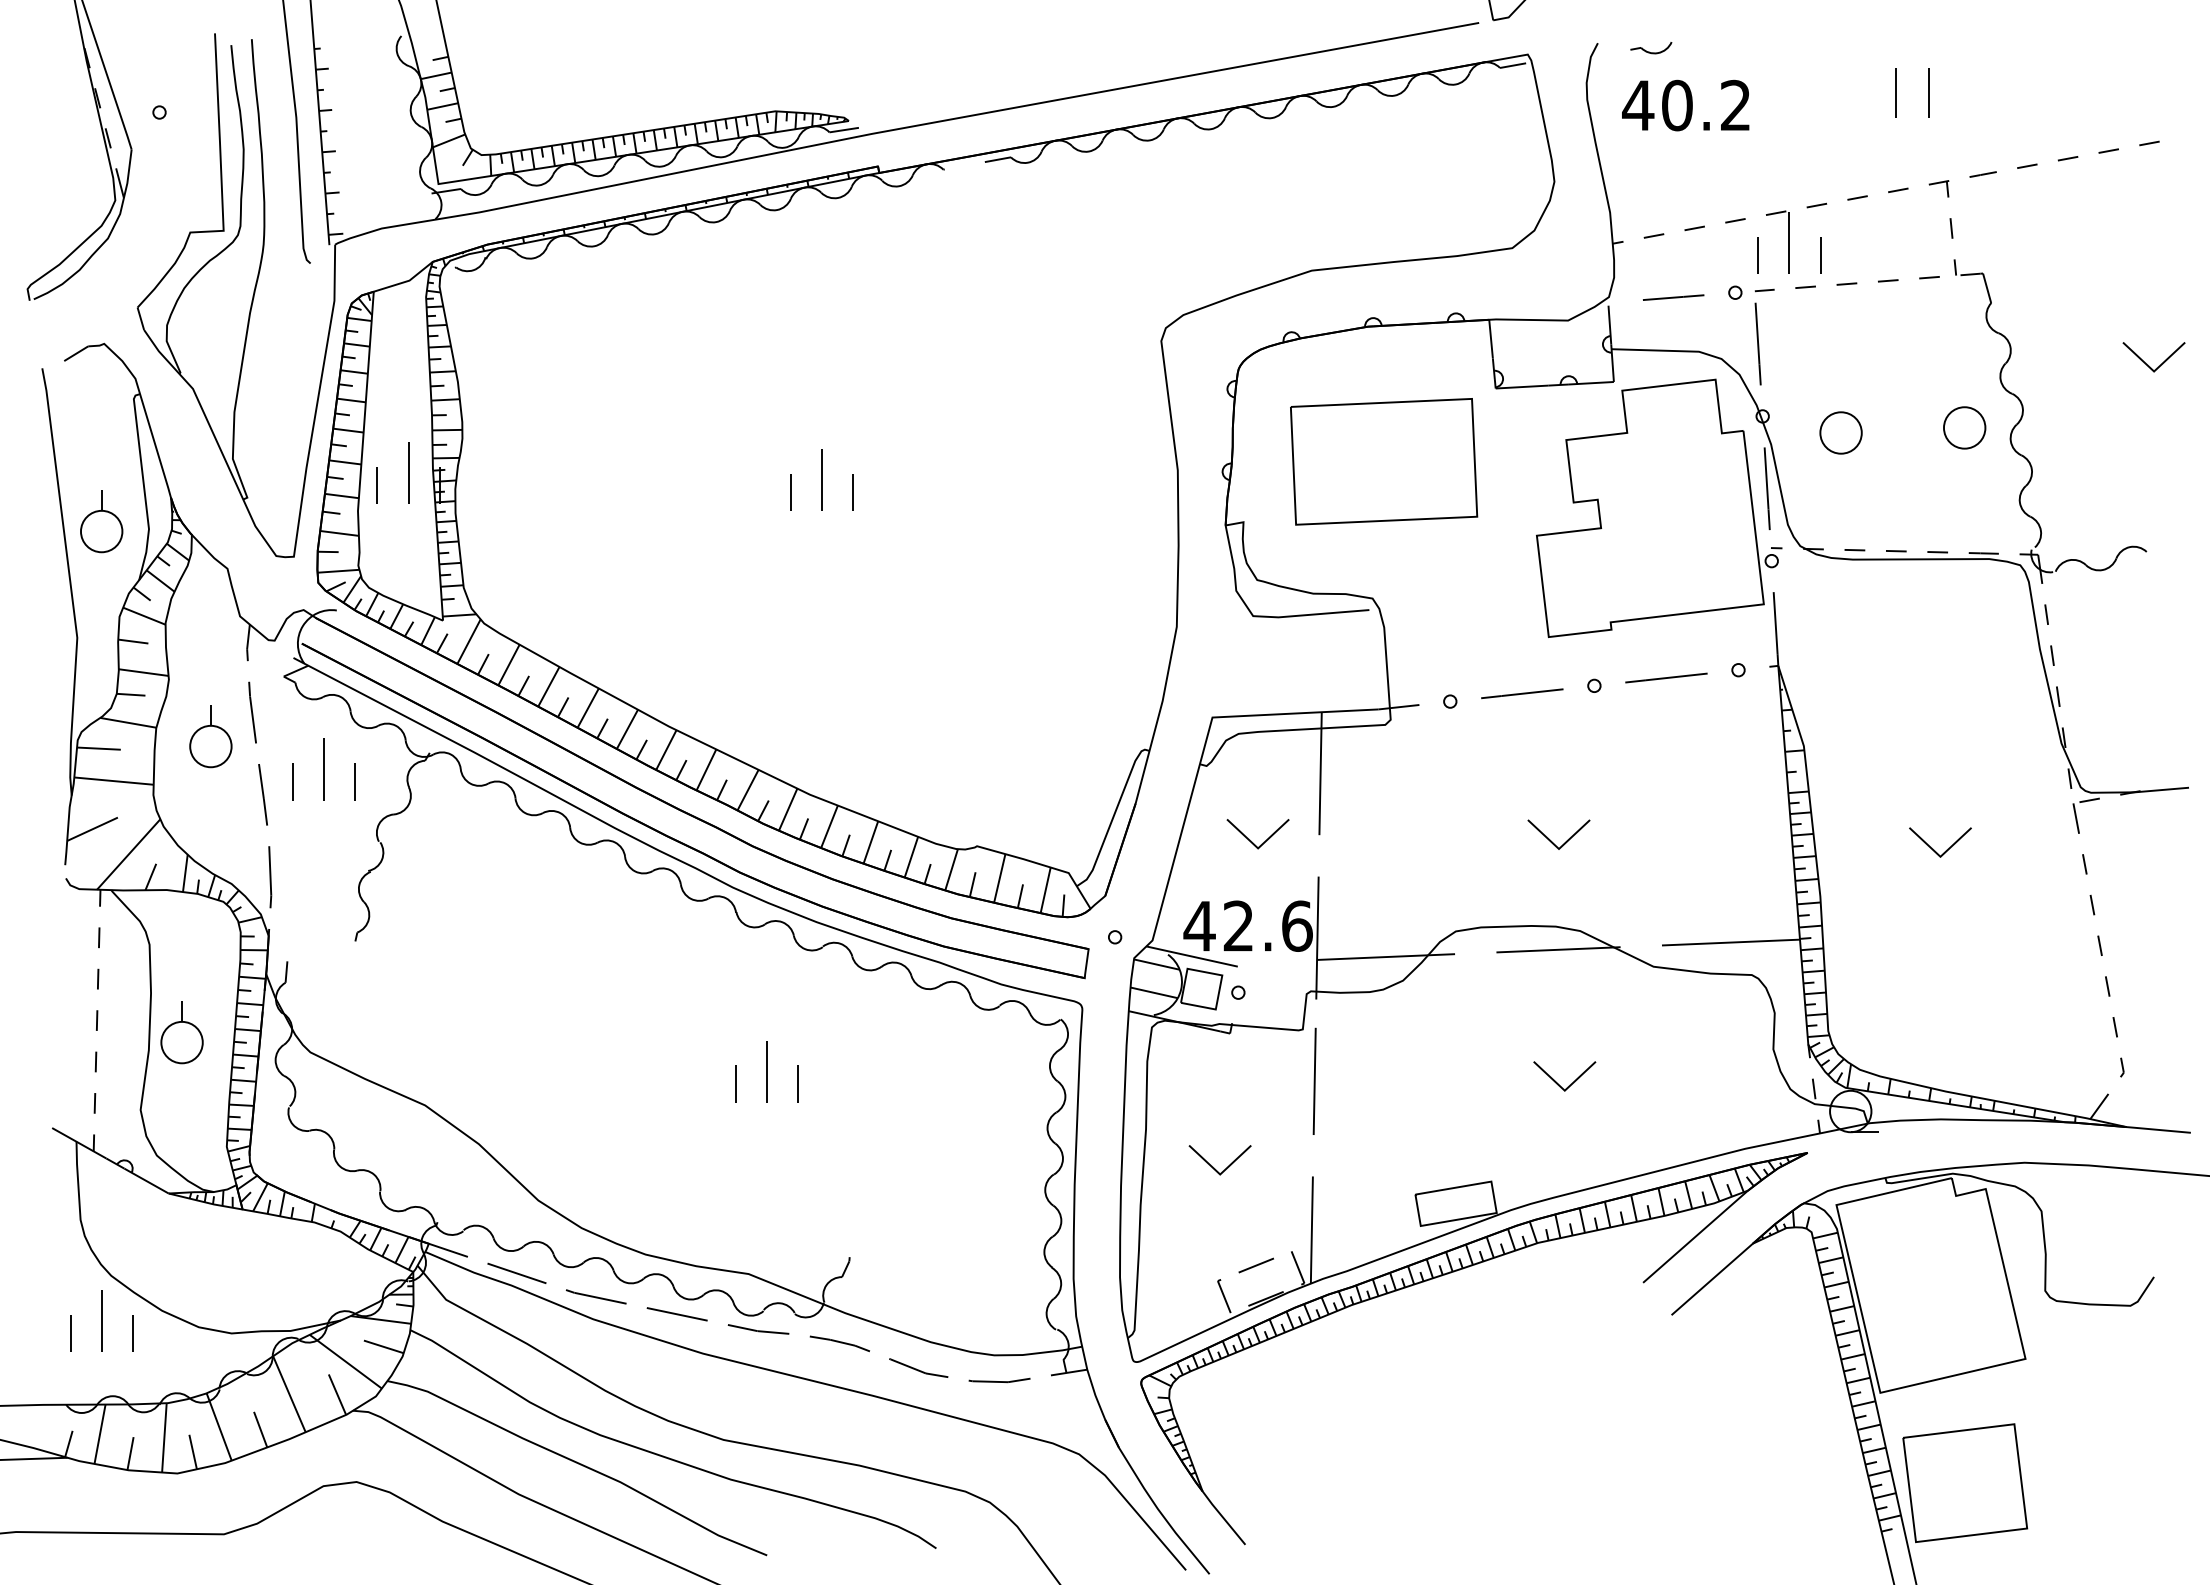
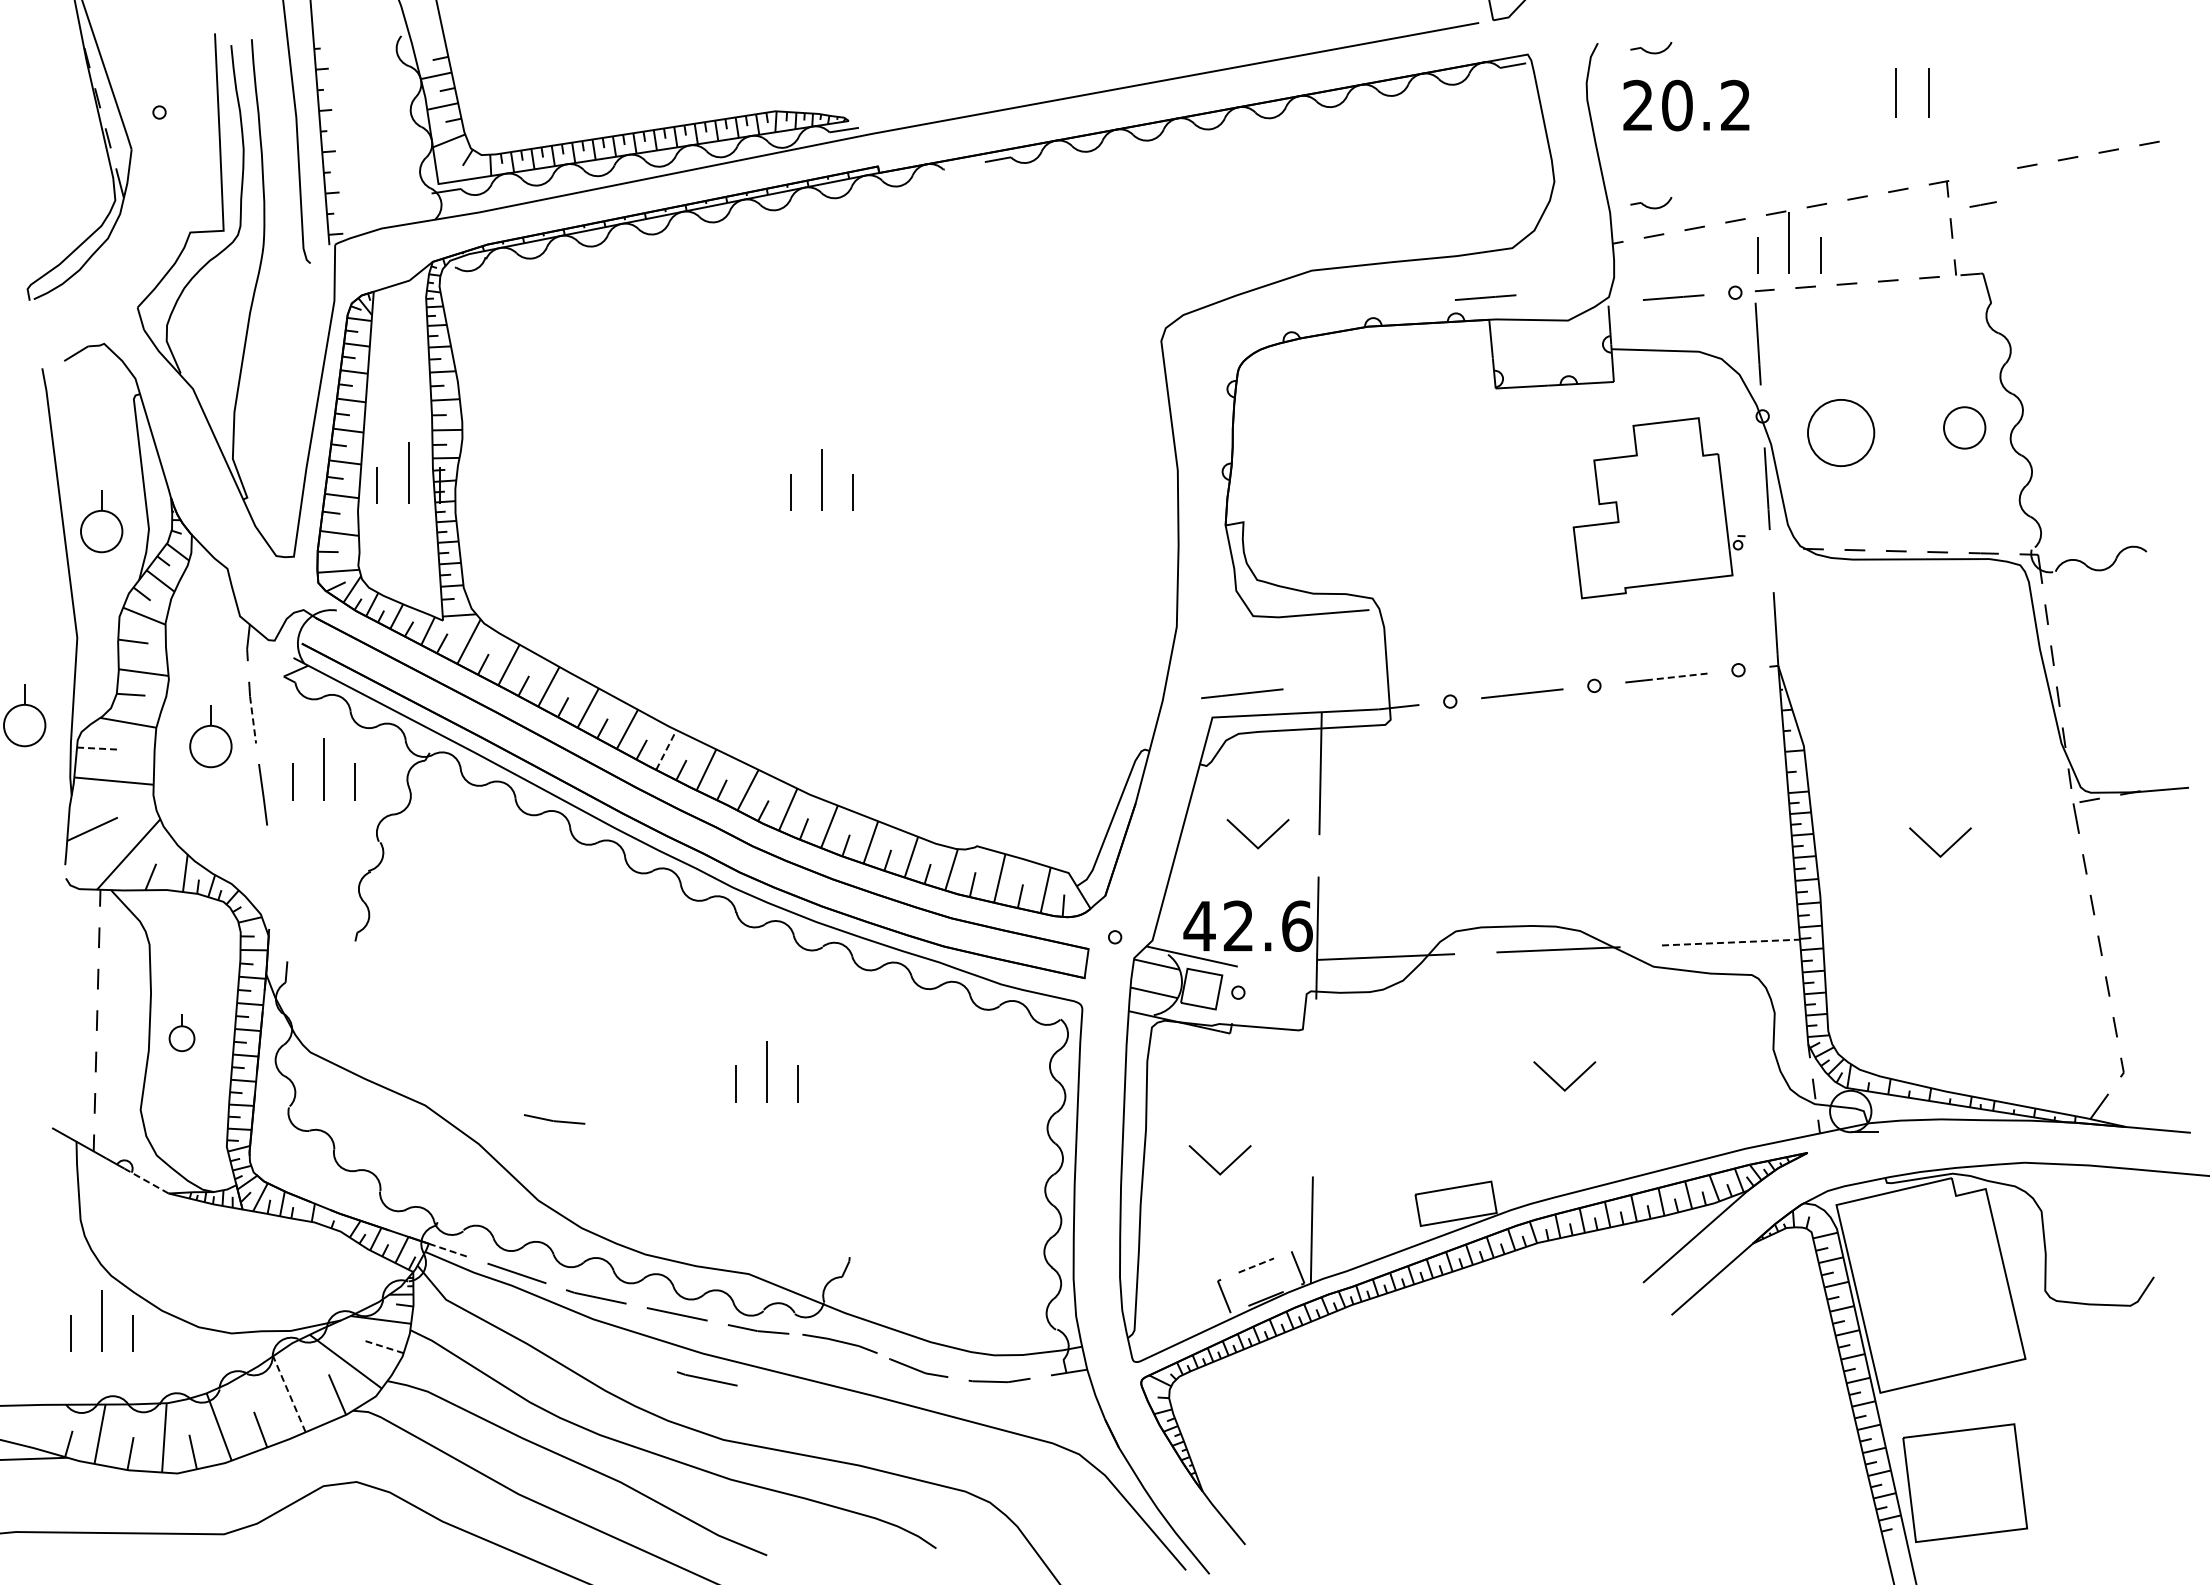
text at (1638, 104): 40.2 -> 20.2
line at (1982, 174) position: (1982, 174) -> (1982, 204)
part at (1651, 203): none -> present
line at (1485, 297): none -> present
part at (2148, 364): present -> none
part at (1840, 432) size: 44x44 px -> 69x68 px
part at (1384, 461): present -> none
part at (1659, 507) size: 247x260 px -> 174x183 px
line at (1677, 676): solid -> dashed
line at (1242, 693): none -> present
part at (24, 715): none -> present
line at (253, 719): solid -> dashed
line at (98, 748): solid -> dashed
line at (666, 749): solid -> dashed
part at (1551, 840): present -> none
line at (270, 877): present -> none
line at (1731, 942): solid -> dashed
part at (181, 1032) size: 44x64 px -> 28x39 px
line at (1314, 1080): present -> none
part at (554, 1119): none -> present
line at (146, 1180): solid -> dashed
line at (448, 1250): solid -> dashed
line at (1256, 1265): solid -> dashed
part at (839, 1343) size: 61x18 px -> 76x21 px
line at (383, 1346): solid -> dashed
line at (706, 1378): none -> present
line at (289, 1393): solid -> dashed
